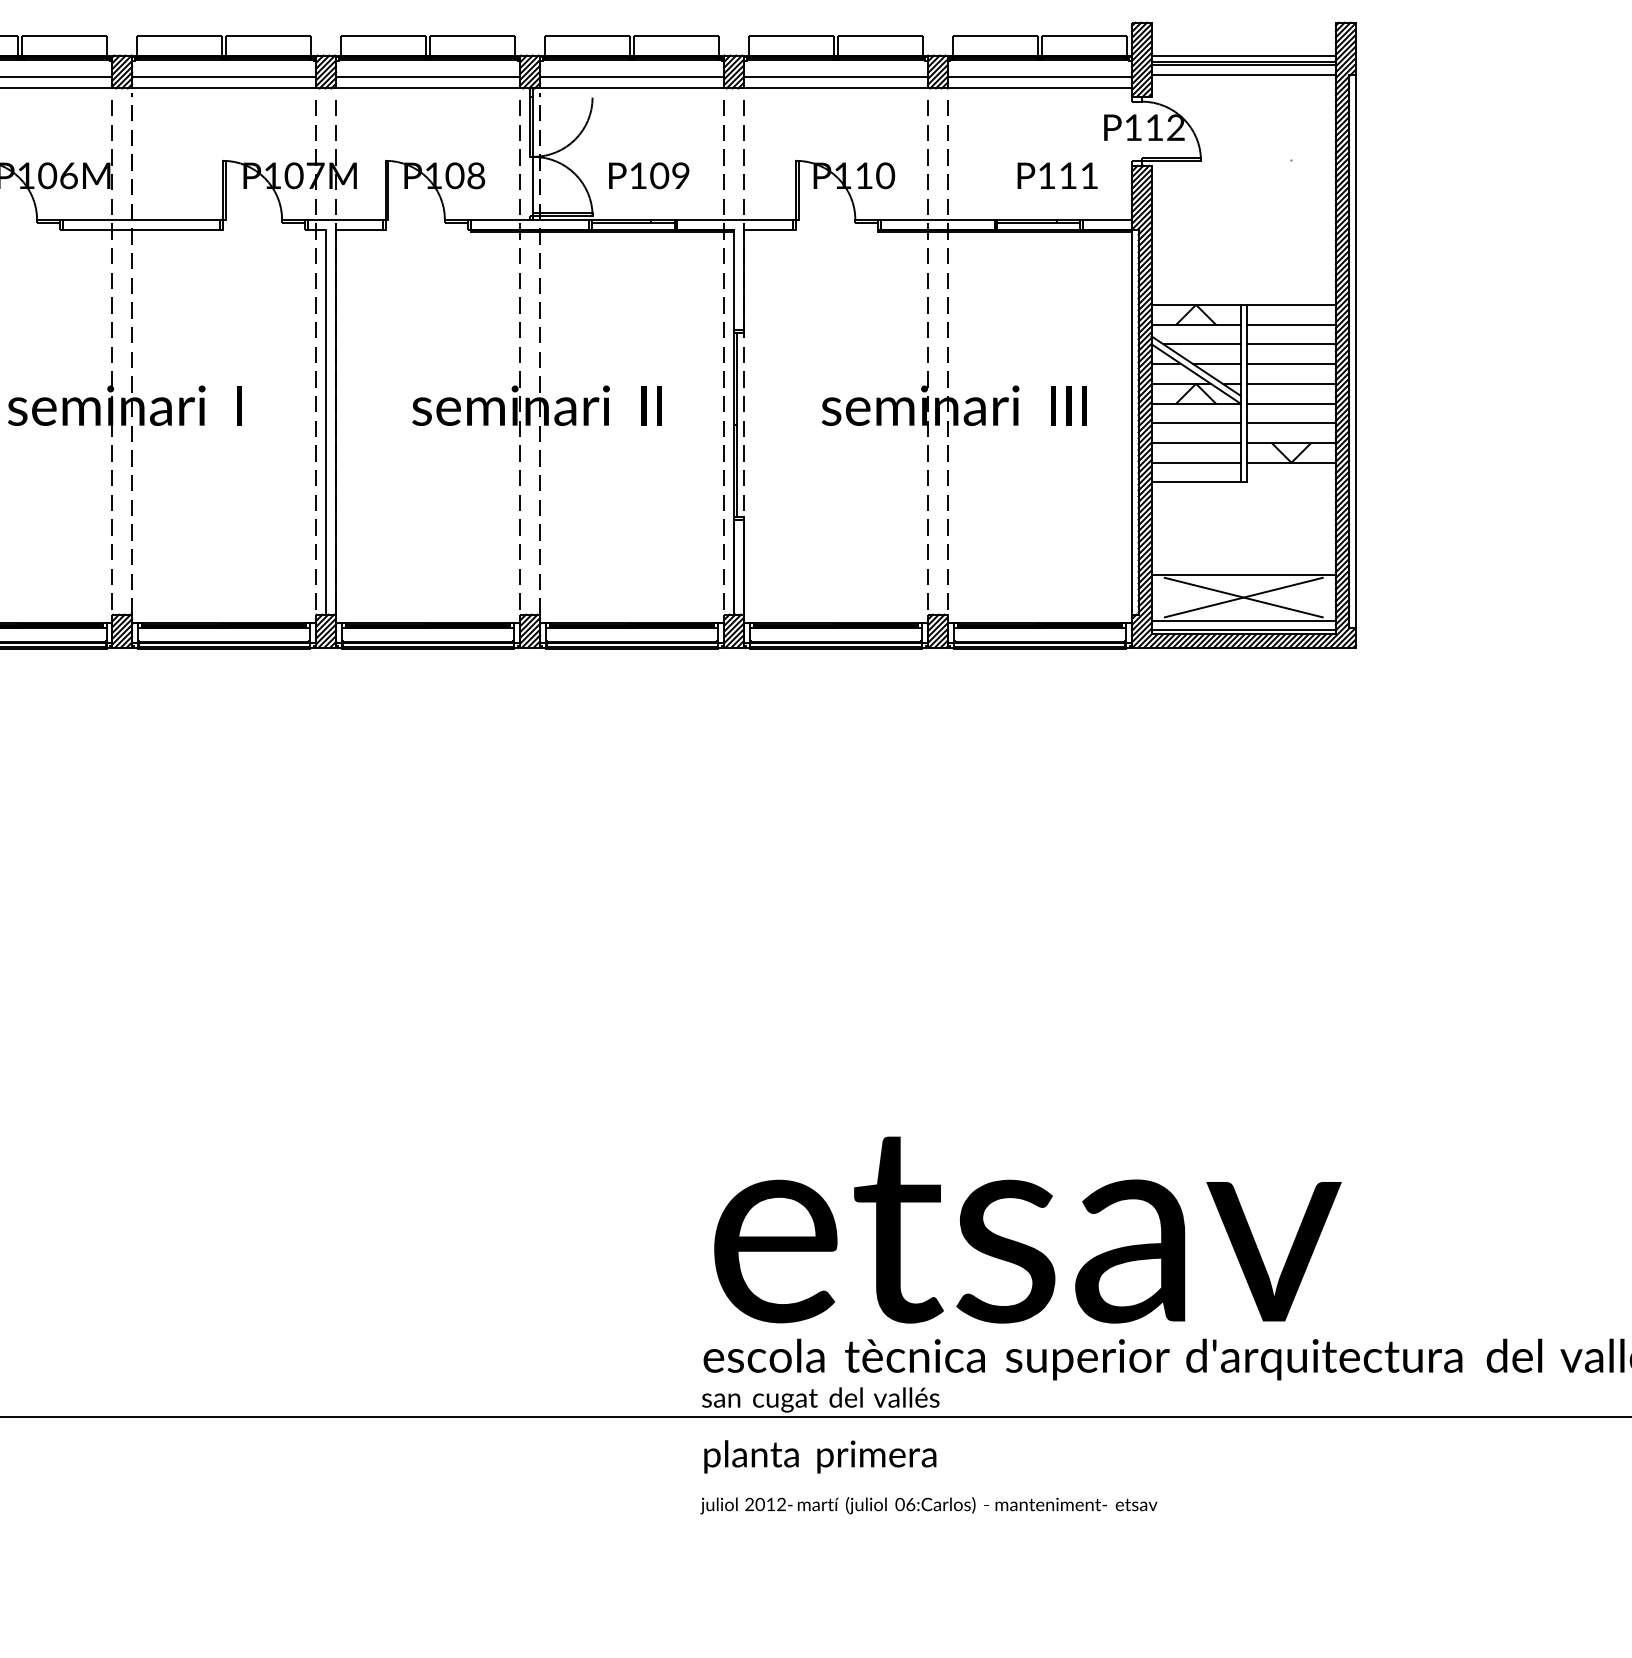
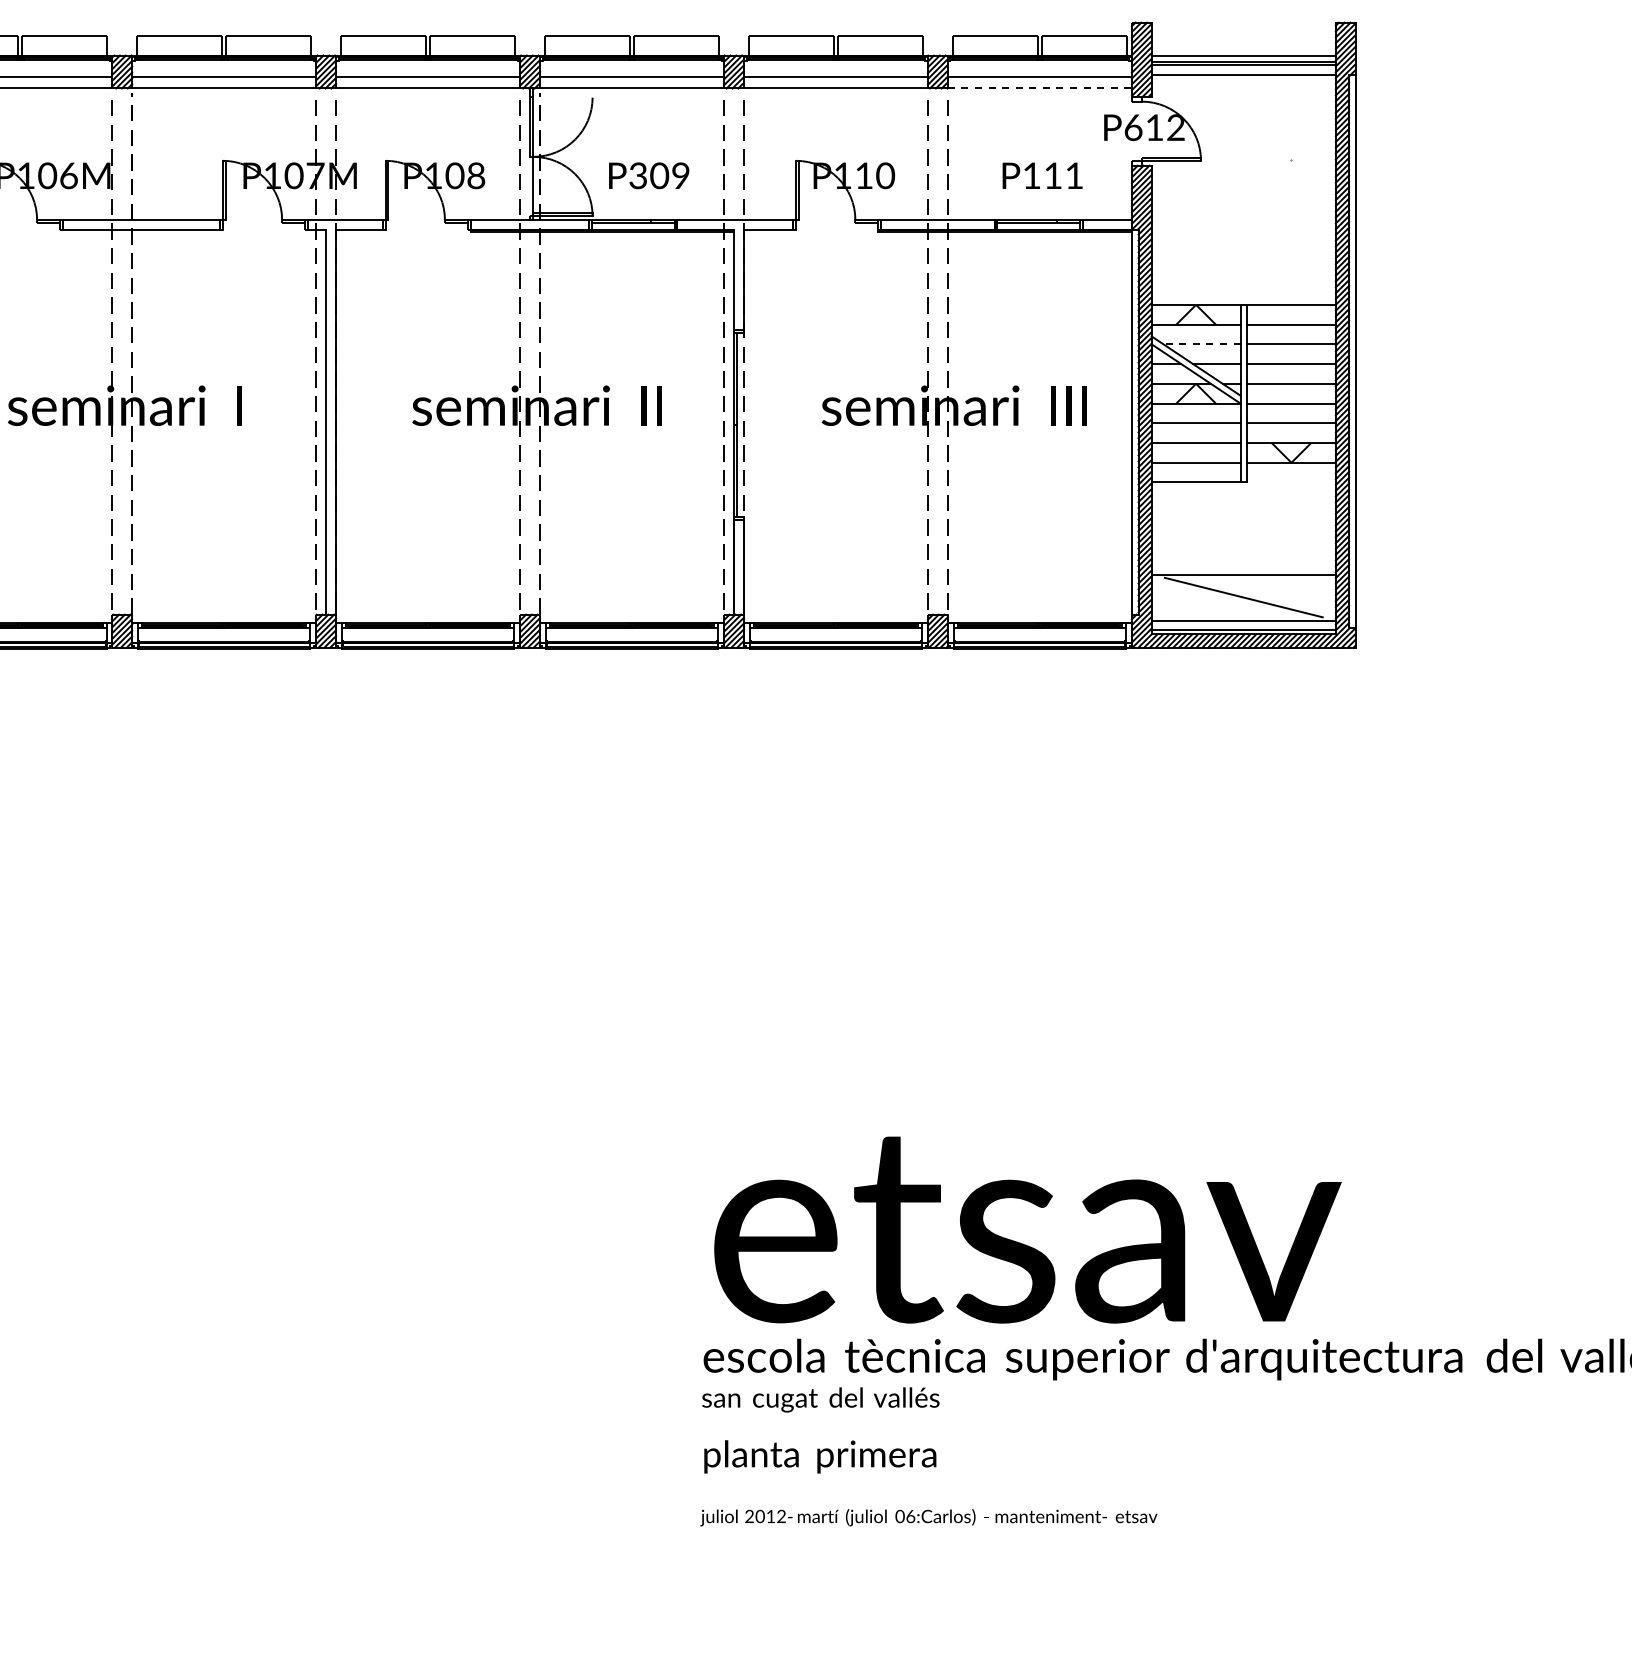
line at (1040, 88): solid -> dashed
text at (1133, 127): P112 -> P612
text at (637, 175): P109 -> P309
text at (1057, 175) position: (1057, 175) -> (1042, 175)
line at (1201, 344): solid -> dashed
line at (1243, 597): present -> none
line at (815, 1416): present -> none
text at (928, 1505) position: (928, 1505) -> (928, 1517)
